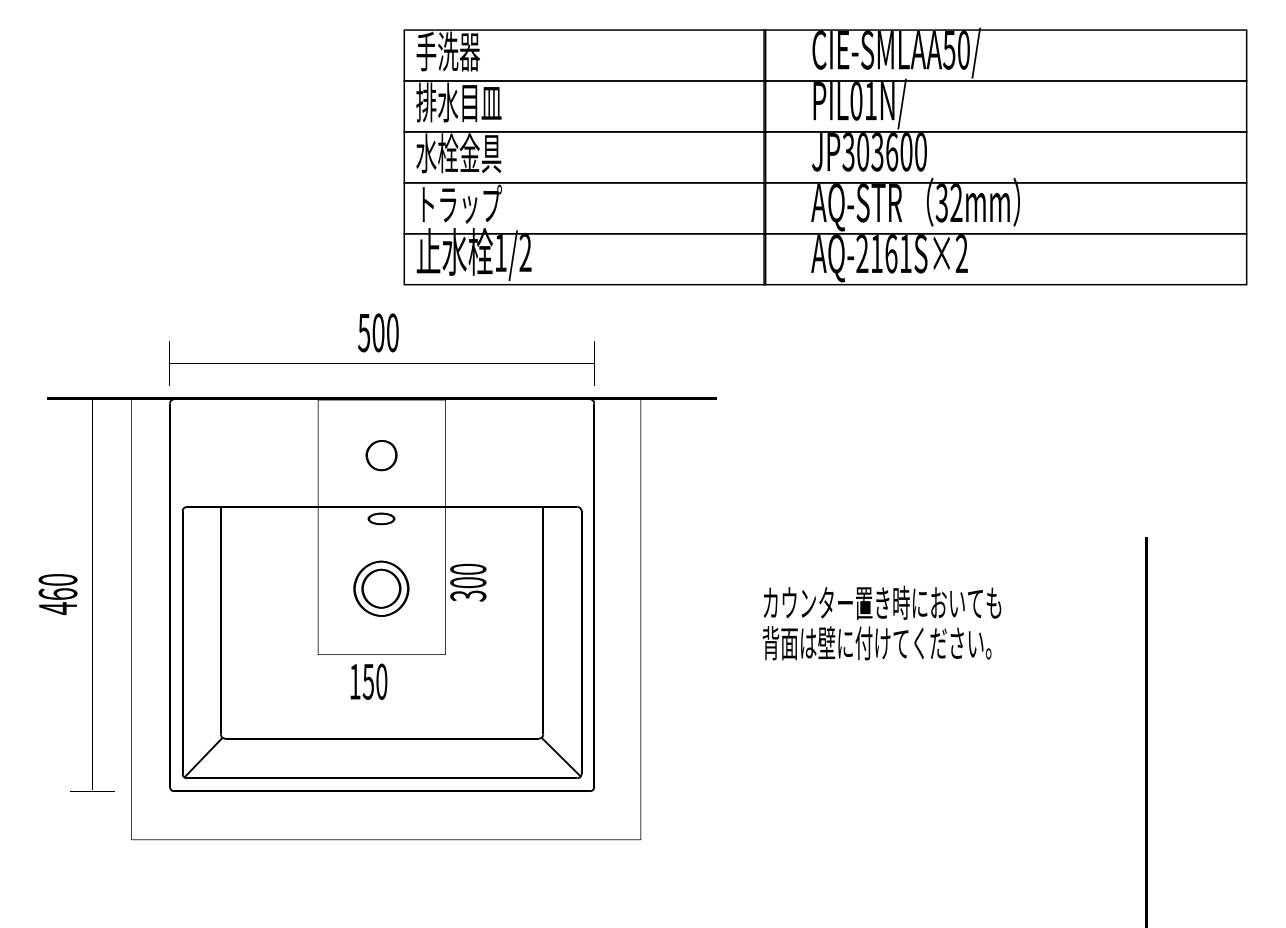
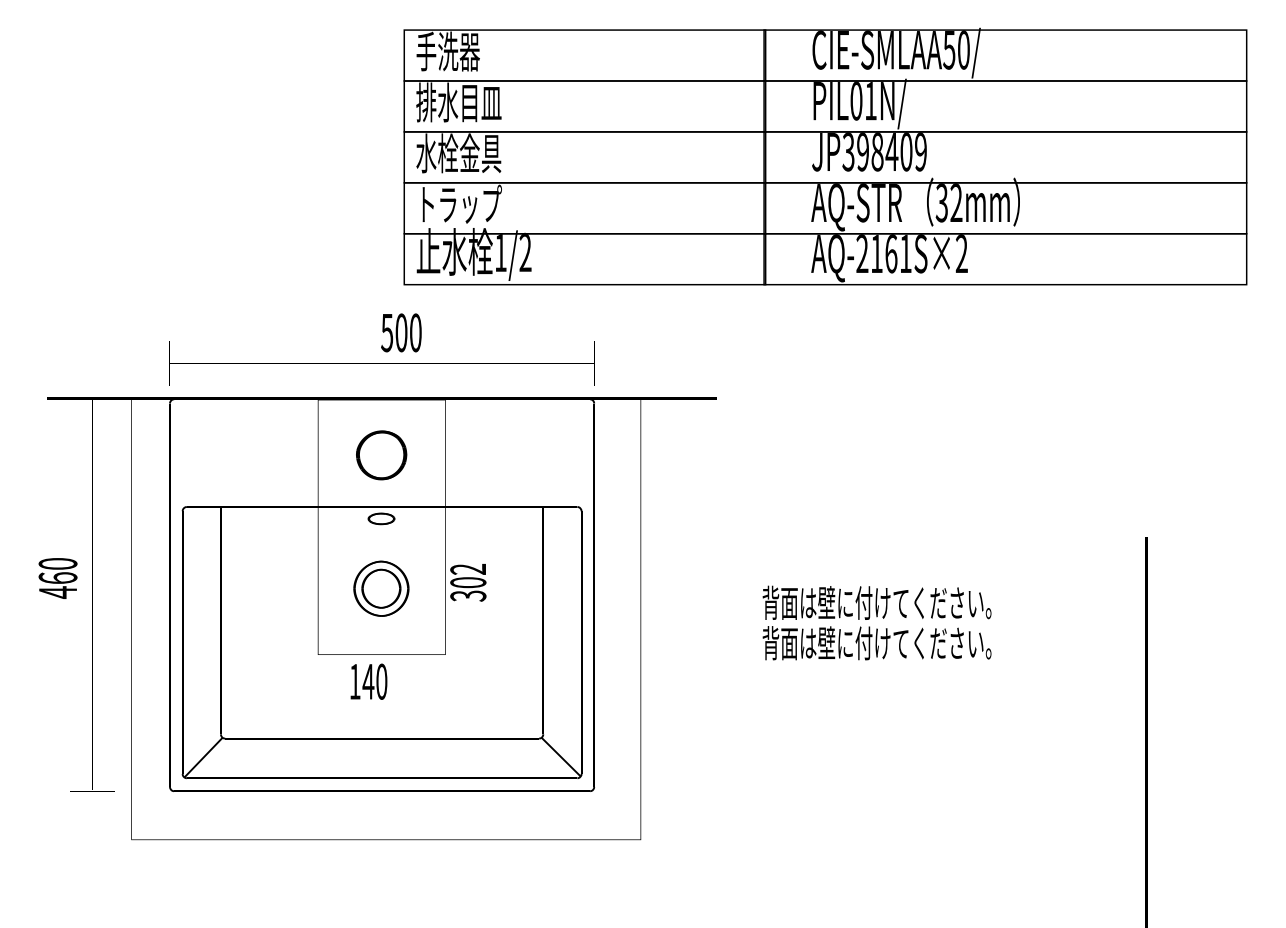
text at (891, 152): JP303600 -> JP398409
text at (378, 332) position: (378, 332) -> (401, 332)
part at (381, 455) size: 33x32 px -> 52x51 px
text at (468, 568): 300 -> 302
text at (57, 594) position: (57, 594) -> (57, 578)
text at (881, 602): カウンター置き時においても -> 背面は壁に付けてください。
text at (368, 681): 150 -> 140
